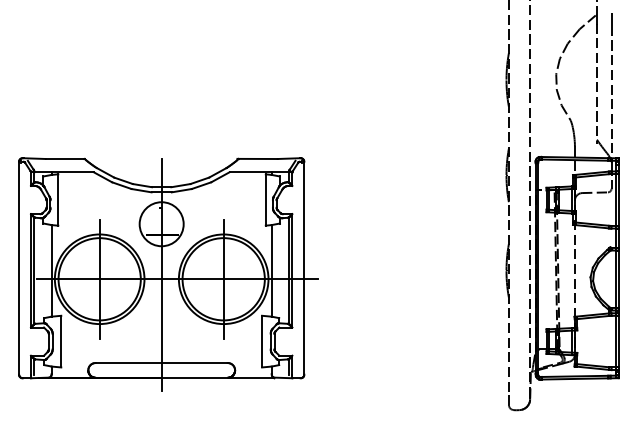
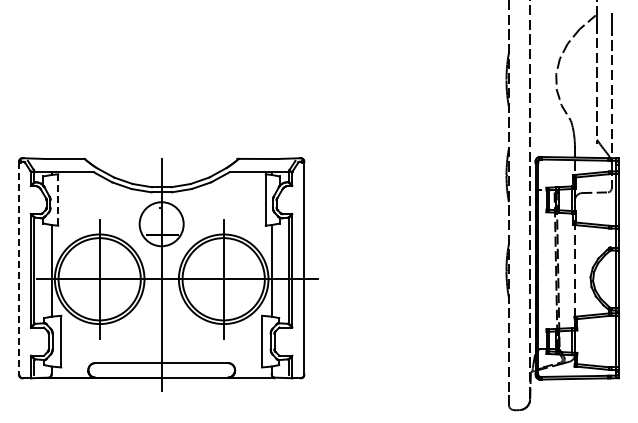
line at (58, 200): solid -> dashed
line at (19, 268): solid -> dashed
